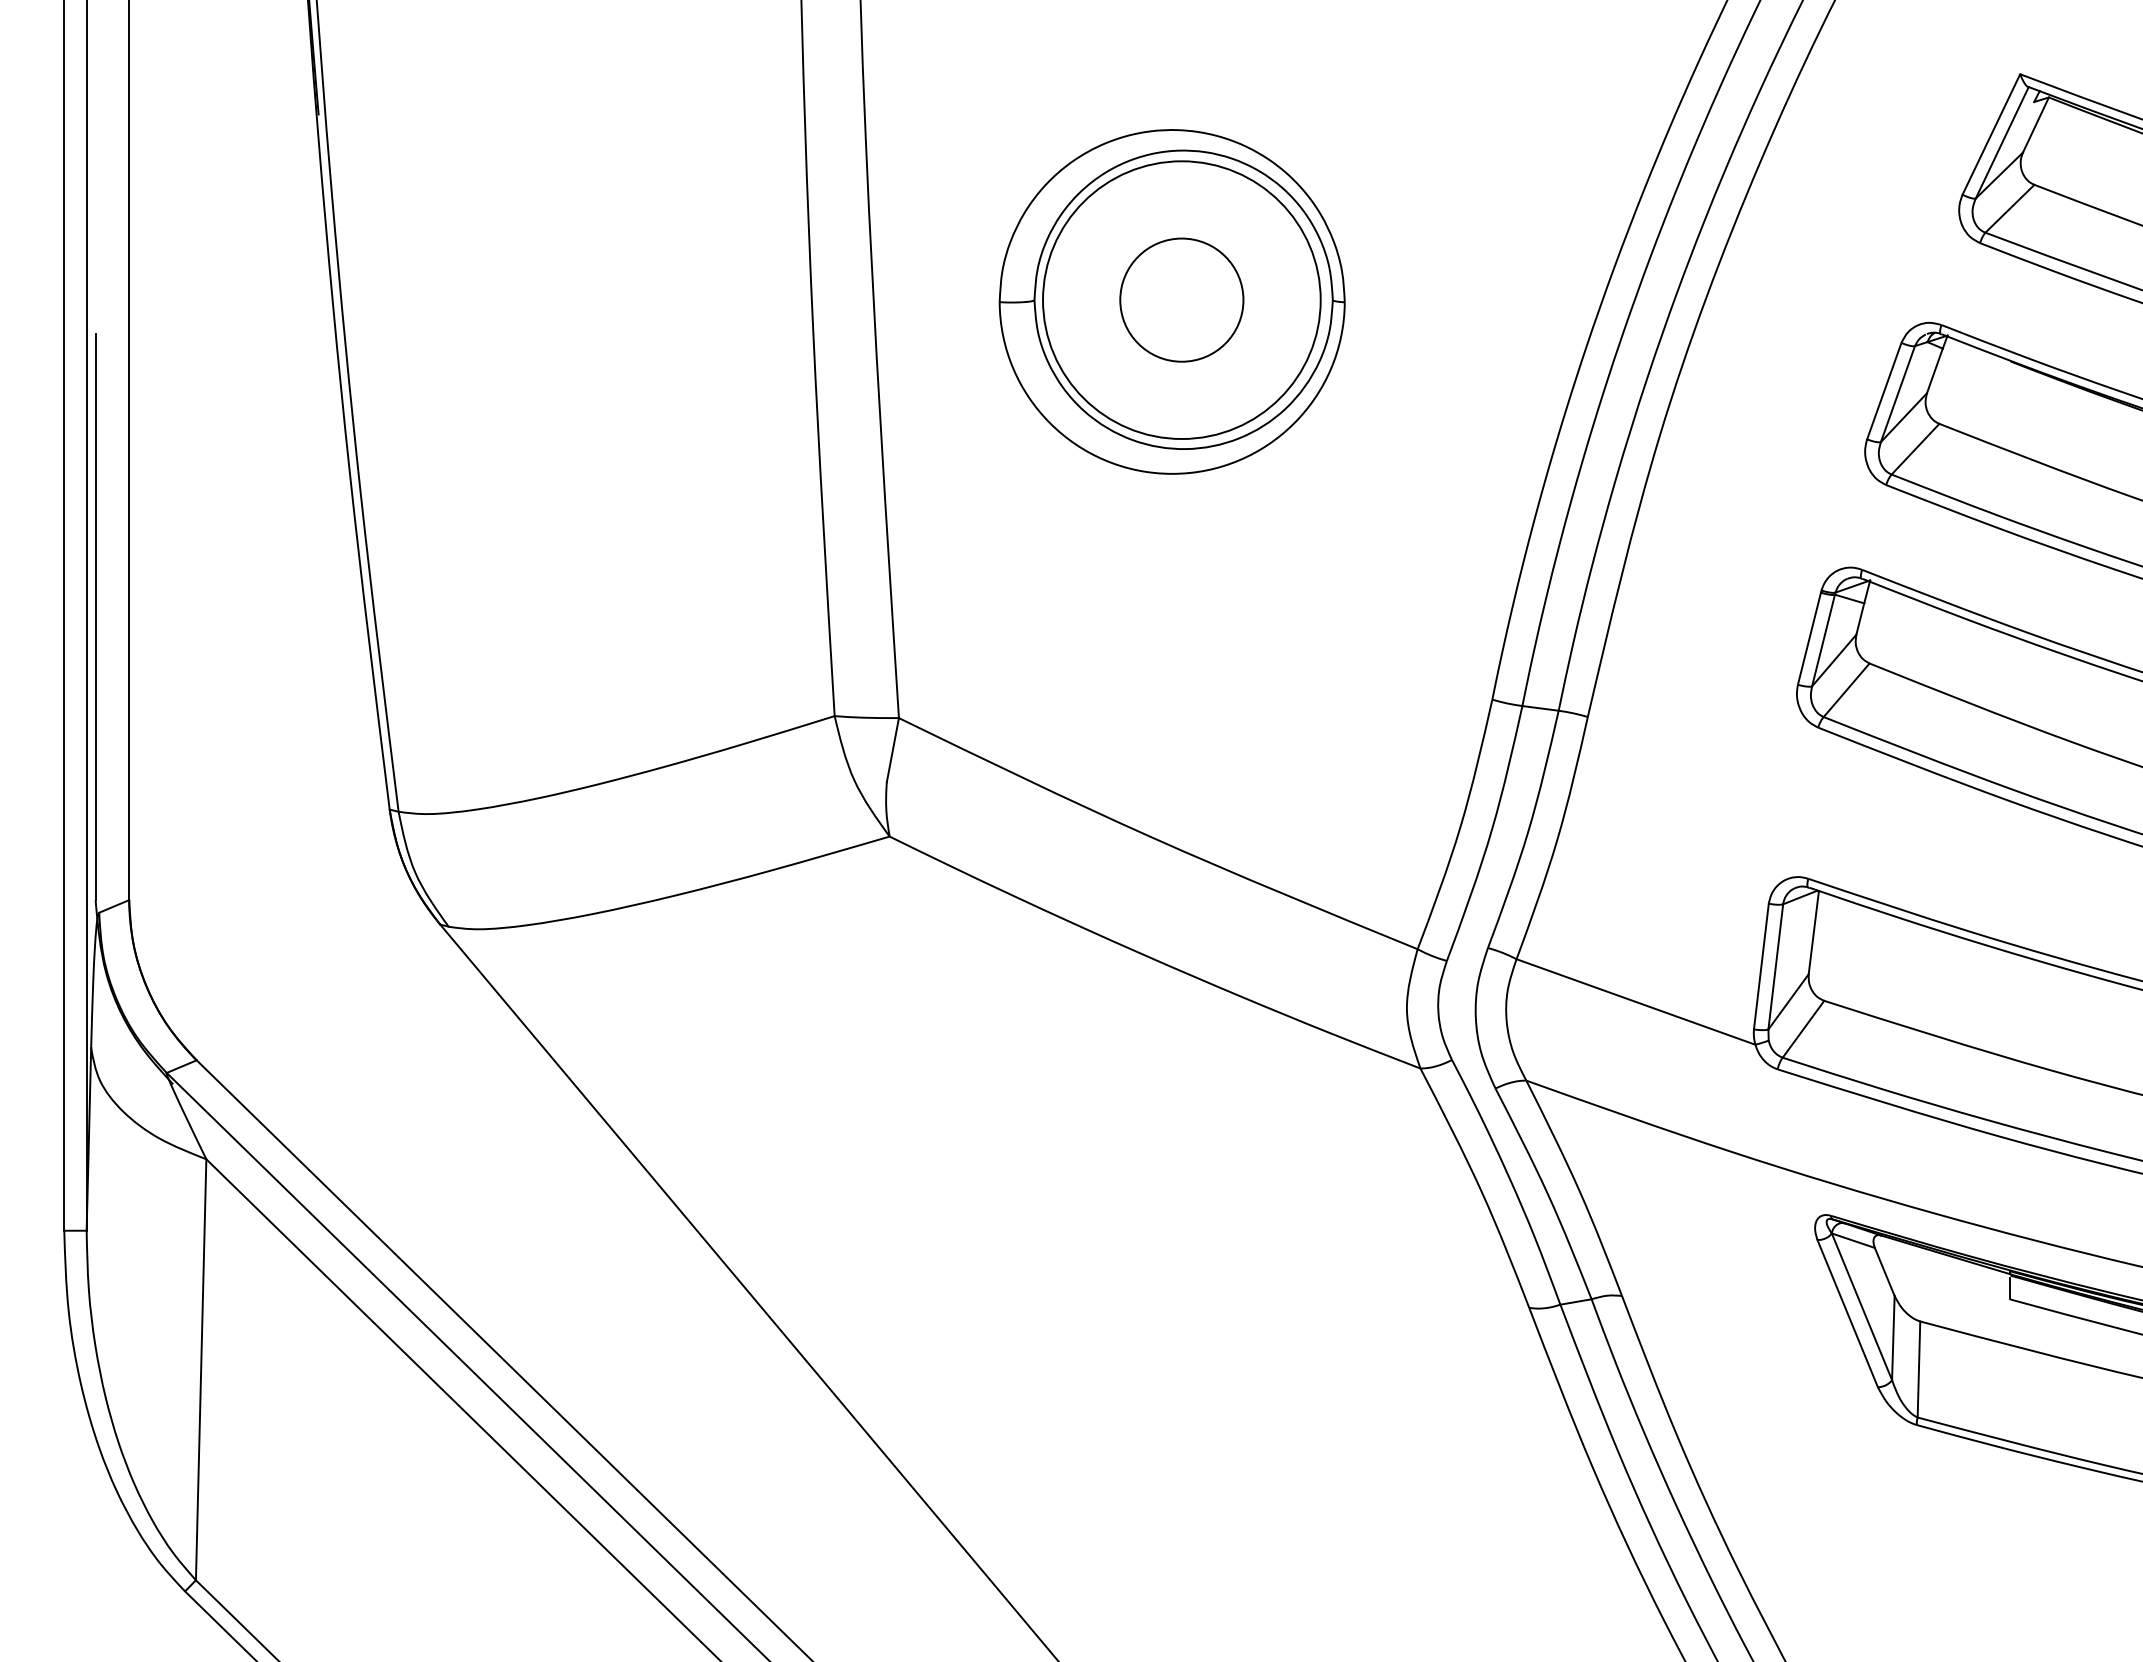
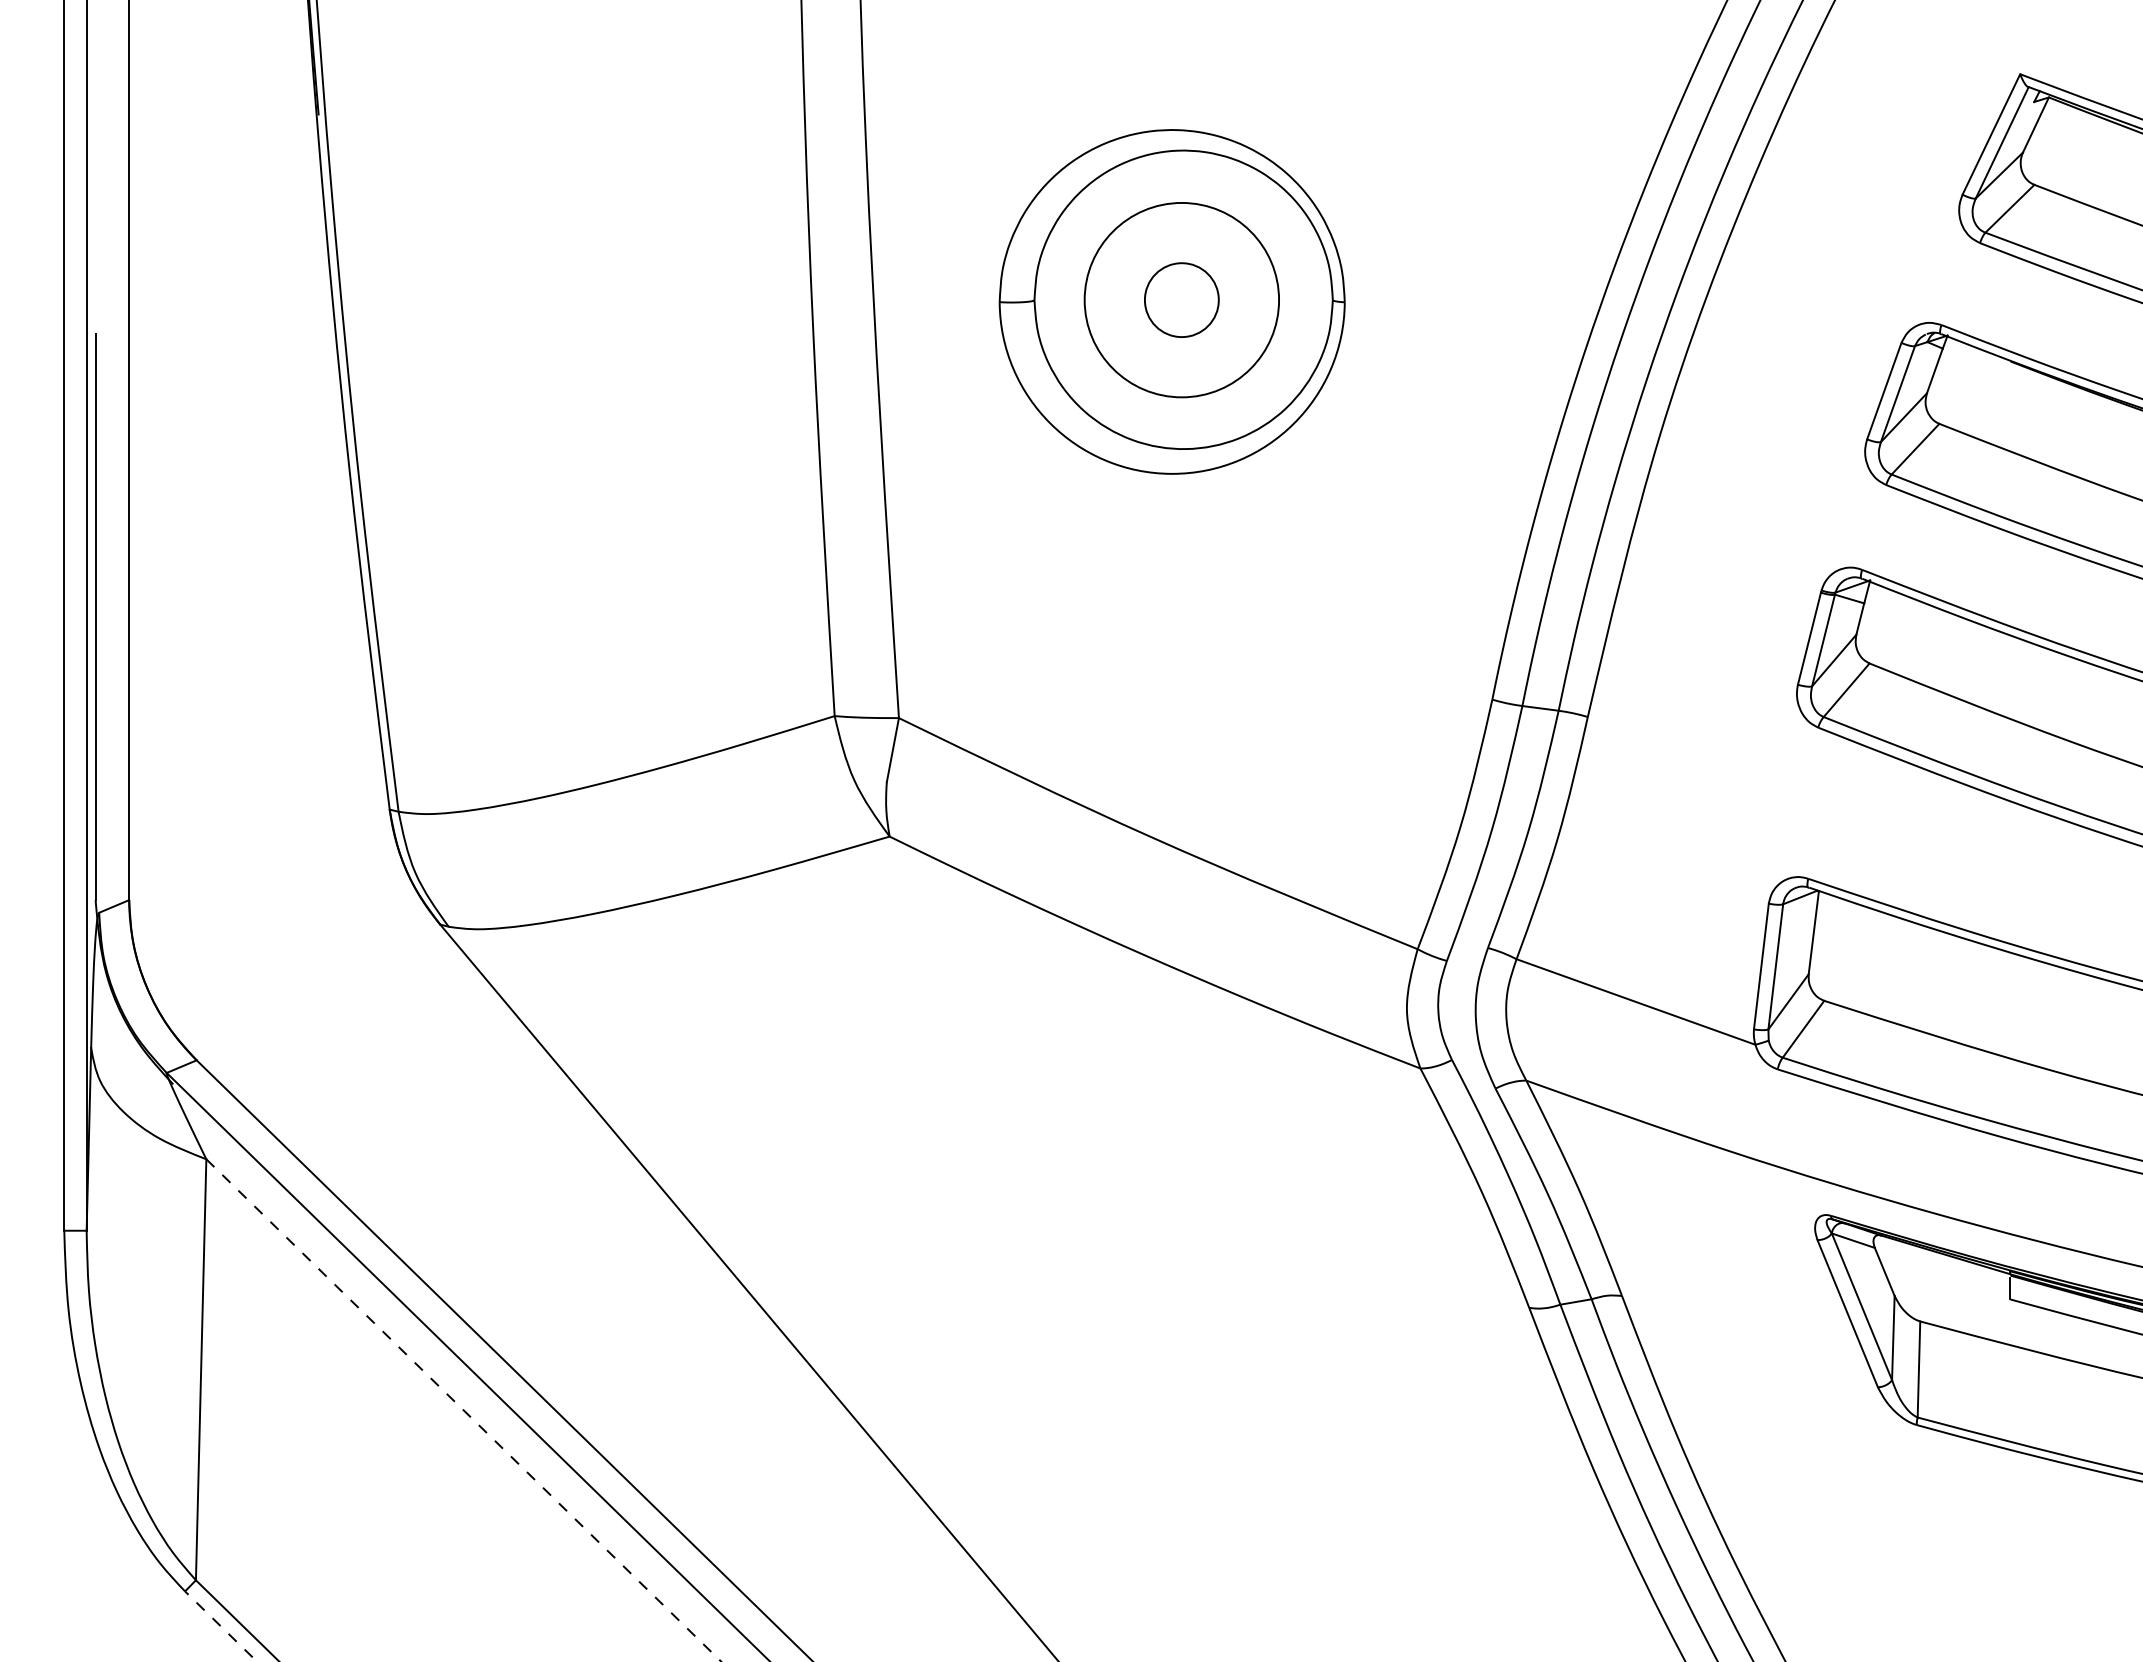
circle at (1181, 299) diameter: 123 px -> 74 px
circle at (1181, 300) diameter: 278 px -> 194 px
line at (463, 1410): solid -> dashed
line at (220, 1626): solid -> dashed
